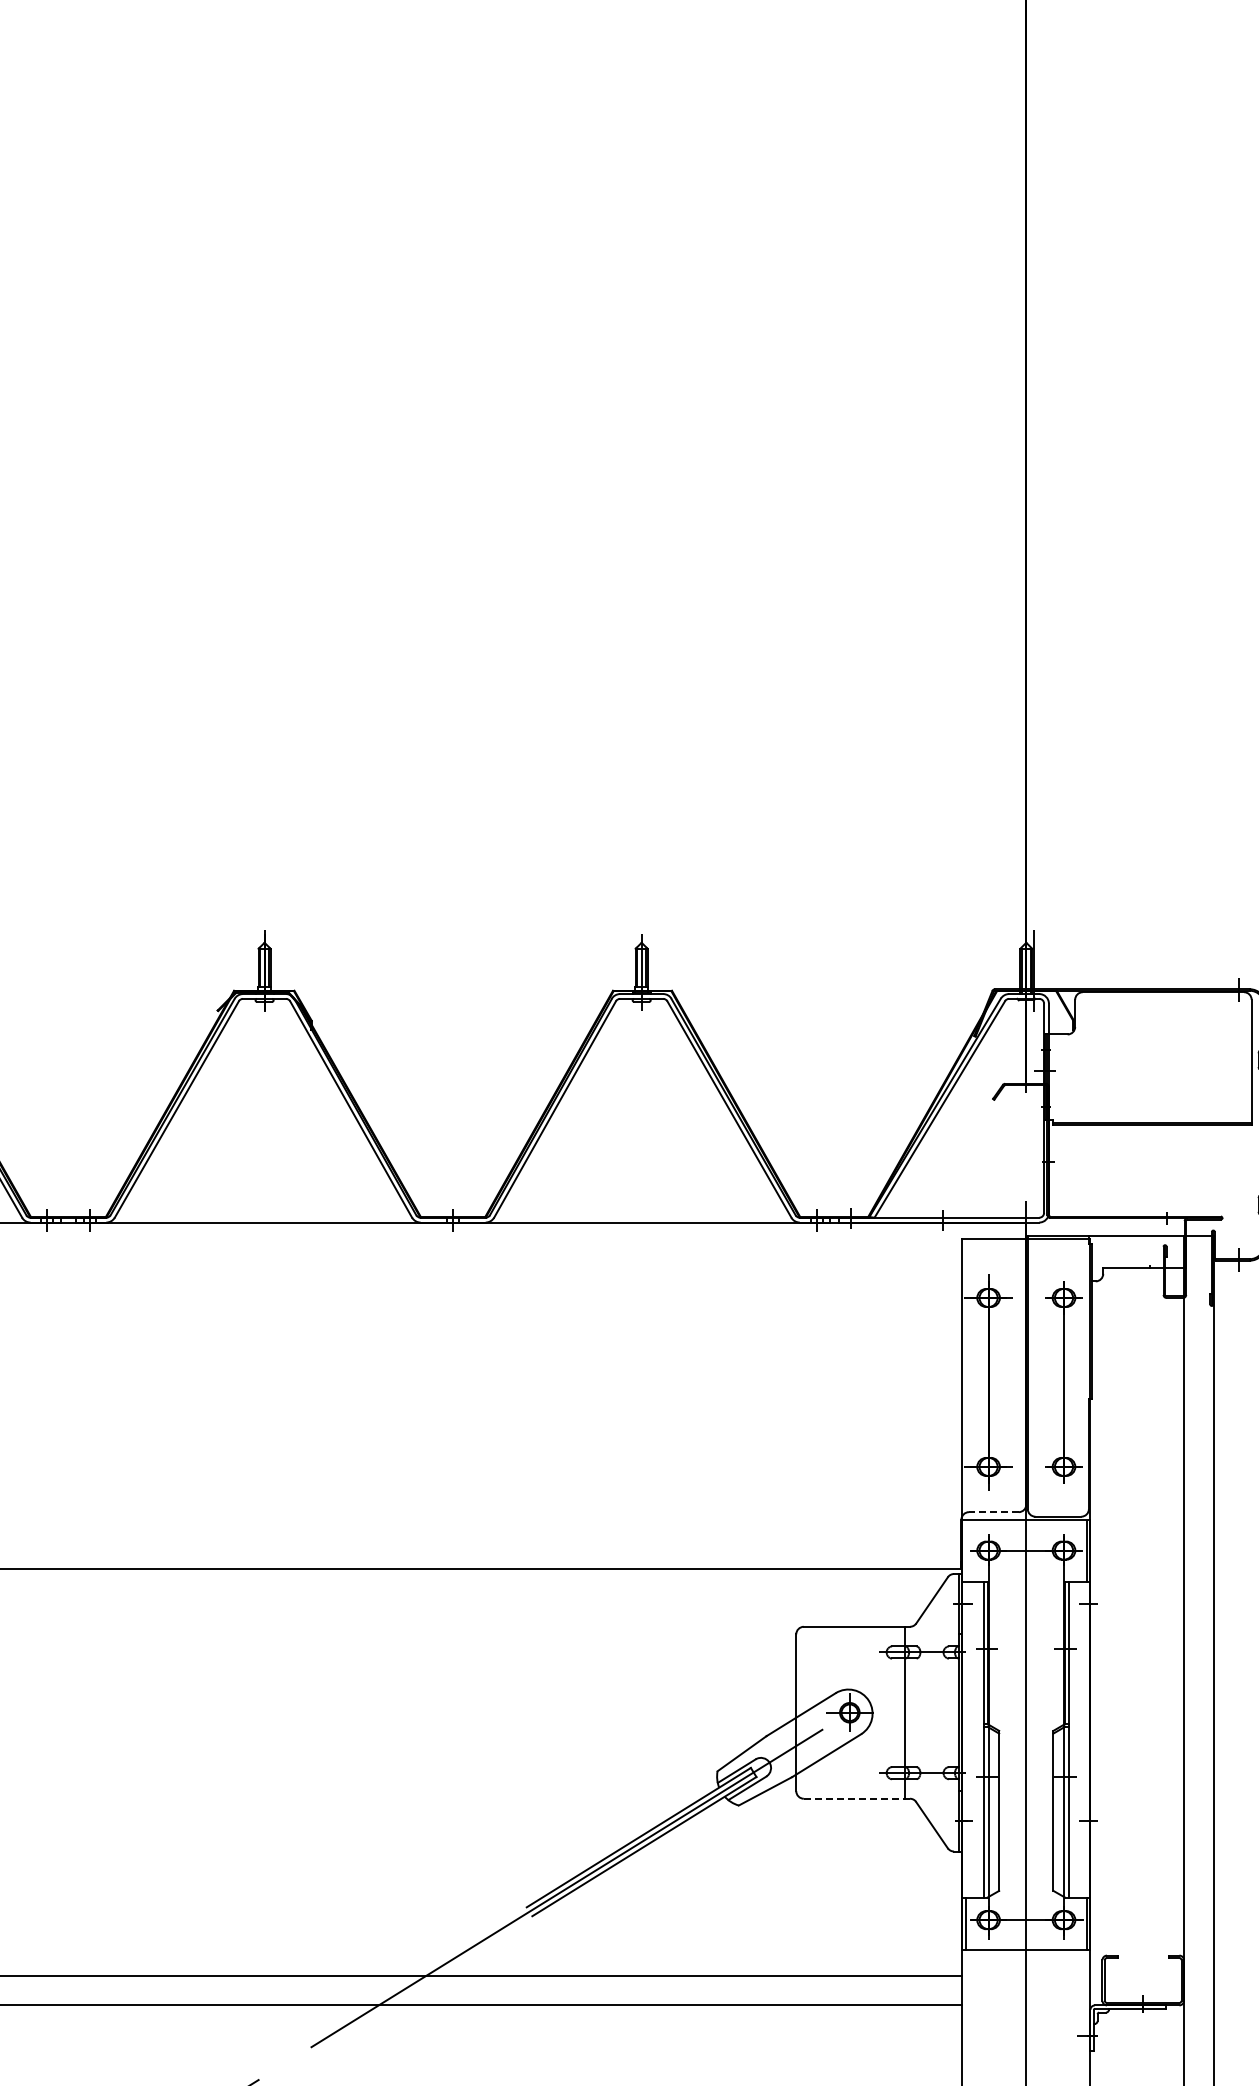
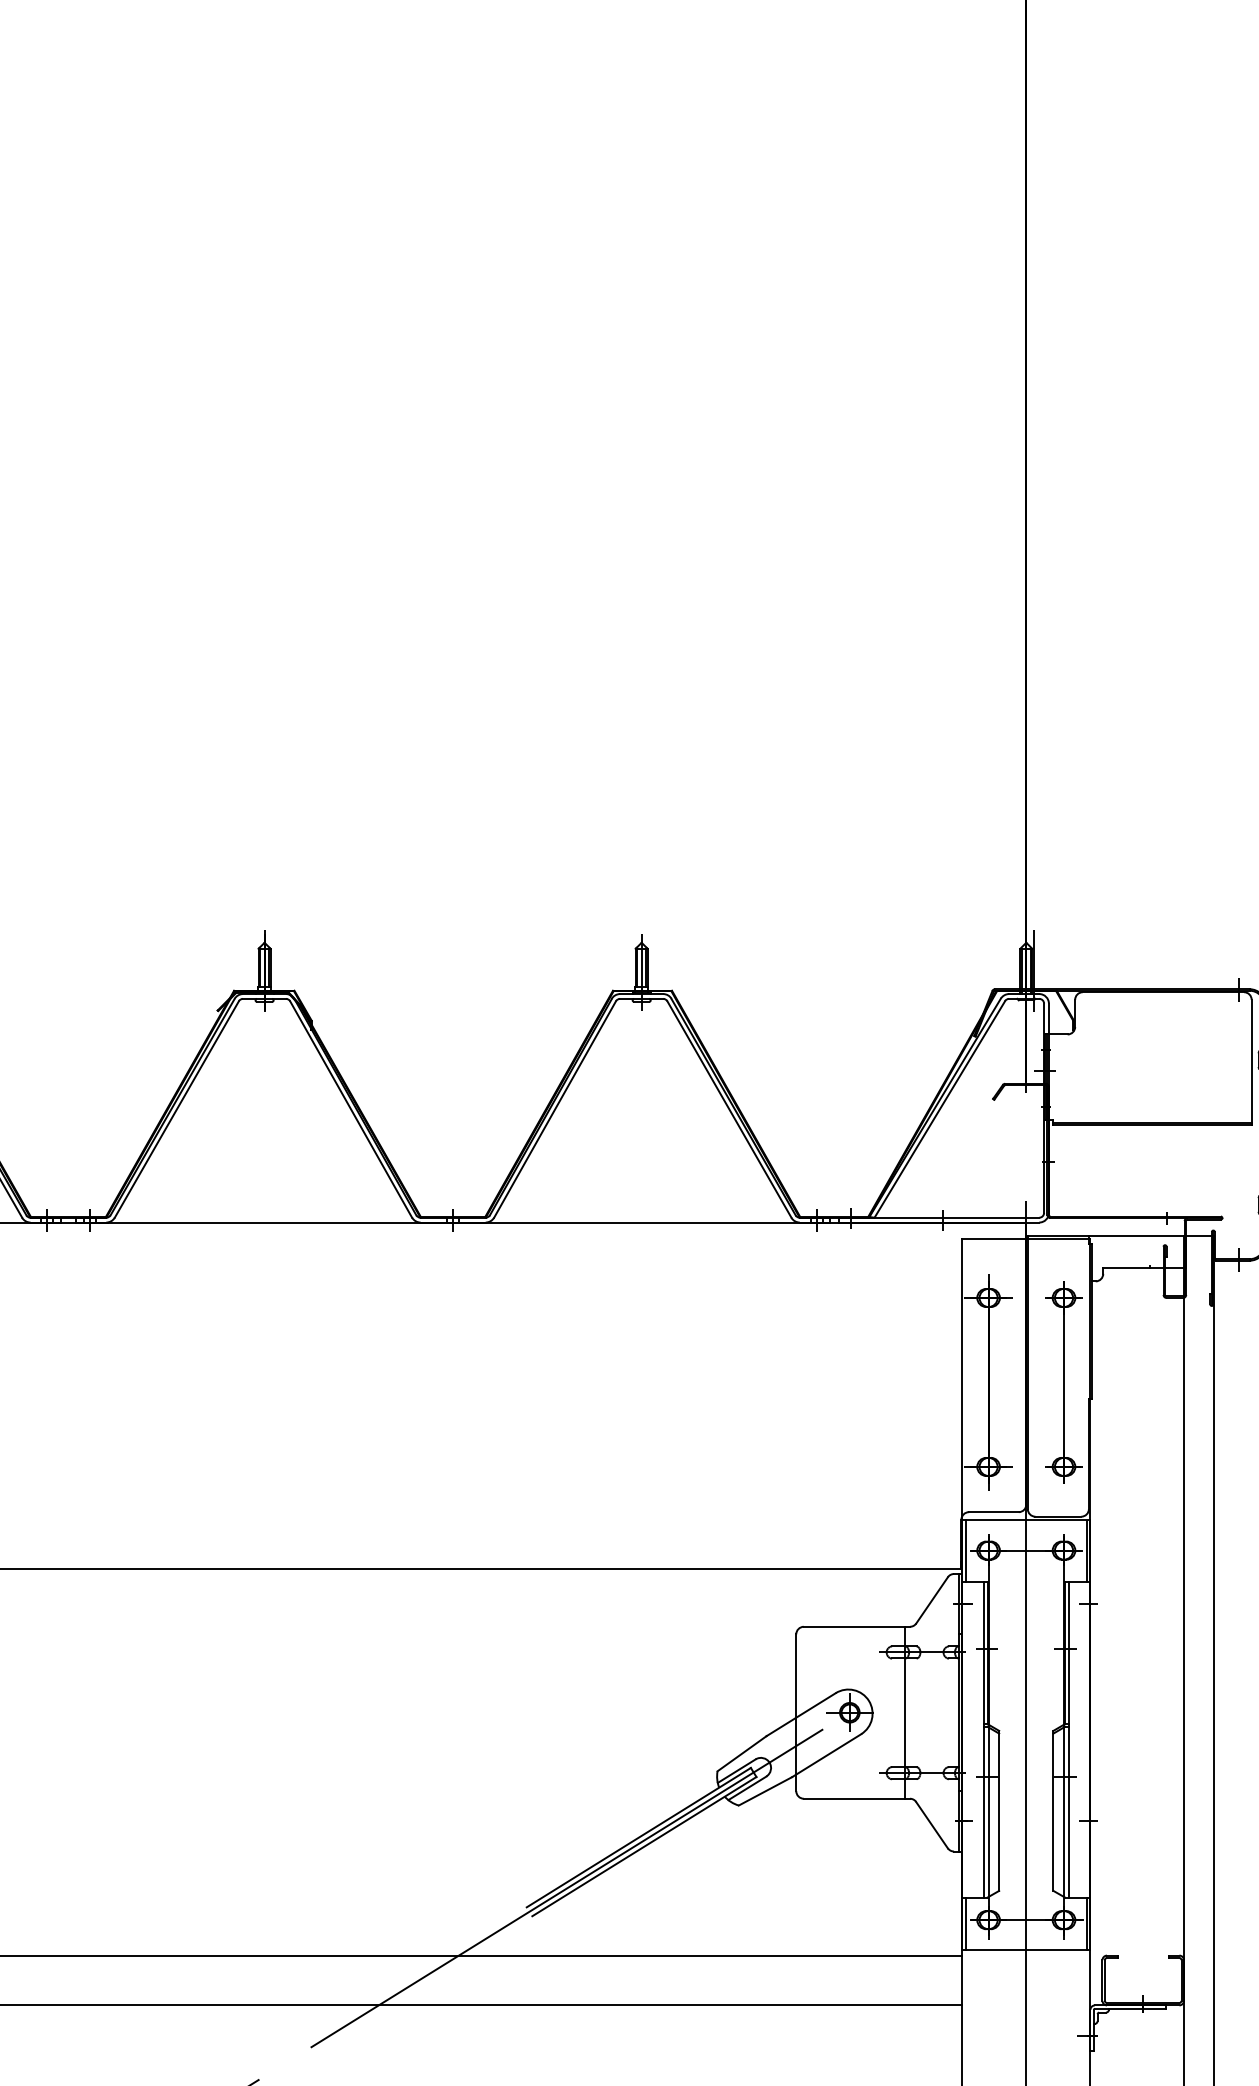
line at (993, 1512): dashed -> solid
line at (965, 1551): none -> present
line at (857, 1798): dashed -> solid
line at (482, 1975) position: (482, 1975) -> (482, 1955)
